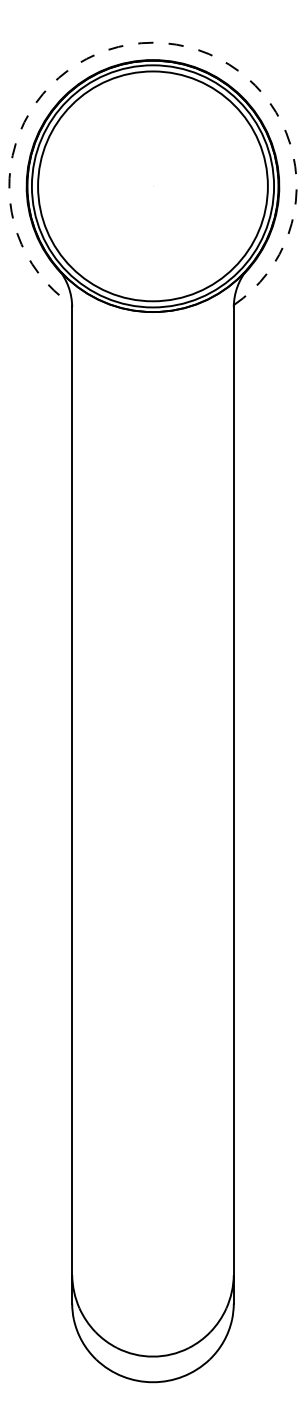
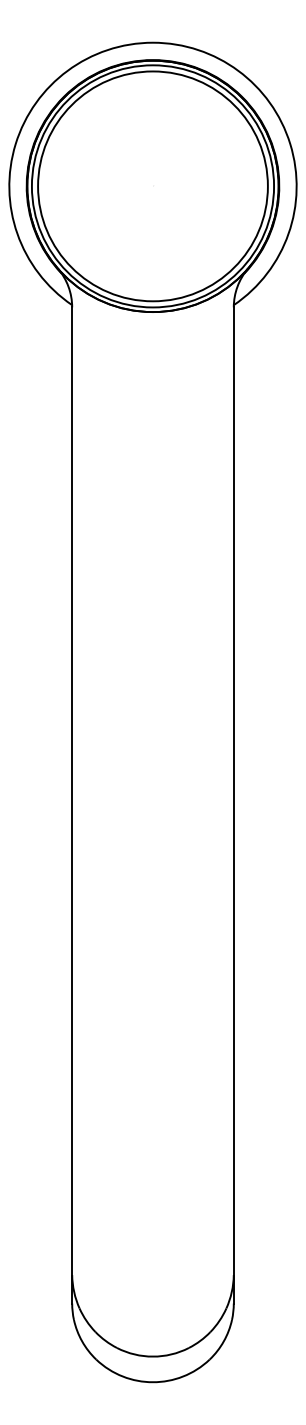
arc at (152, 42): dashed -> solid
